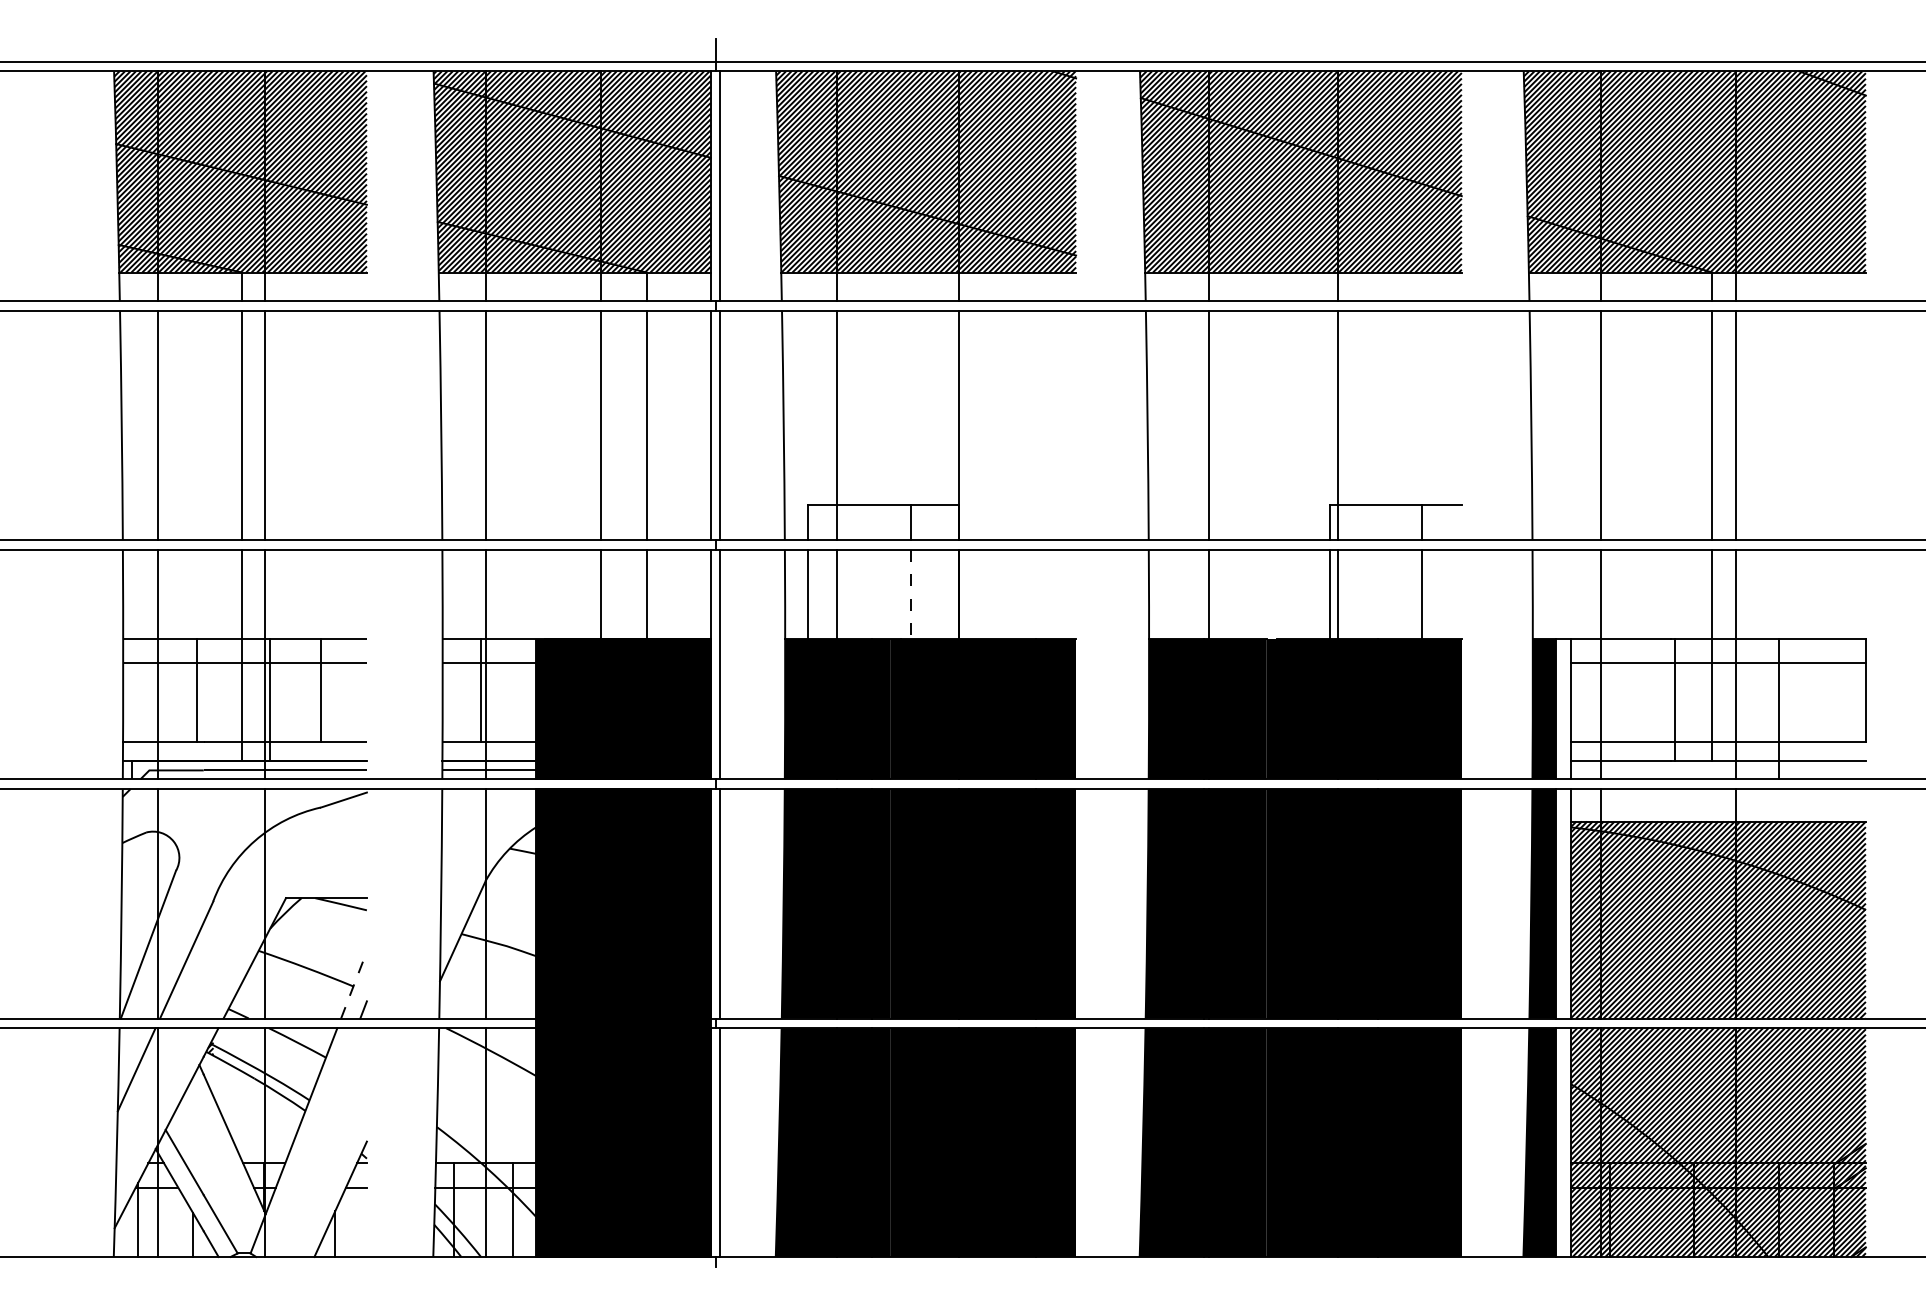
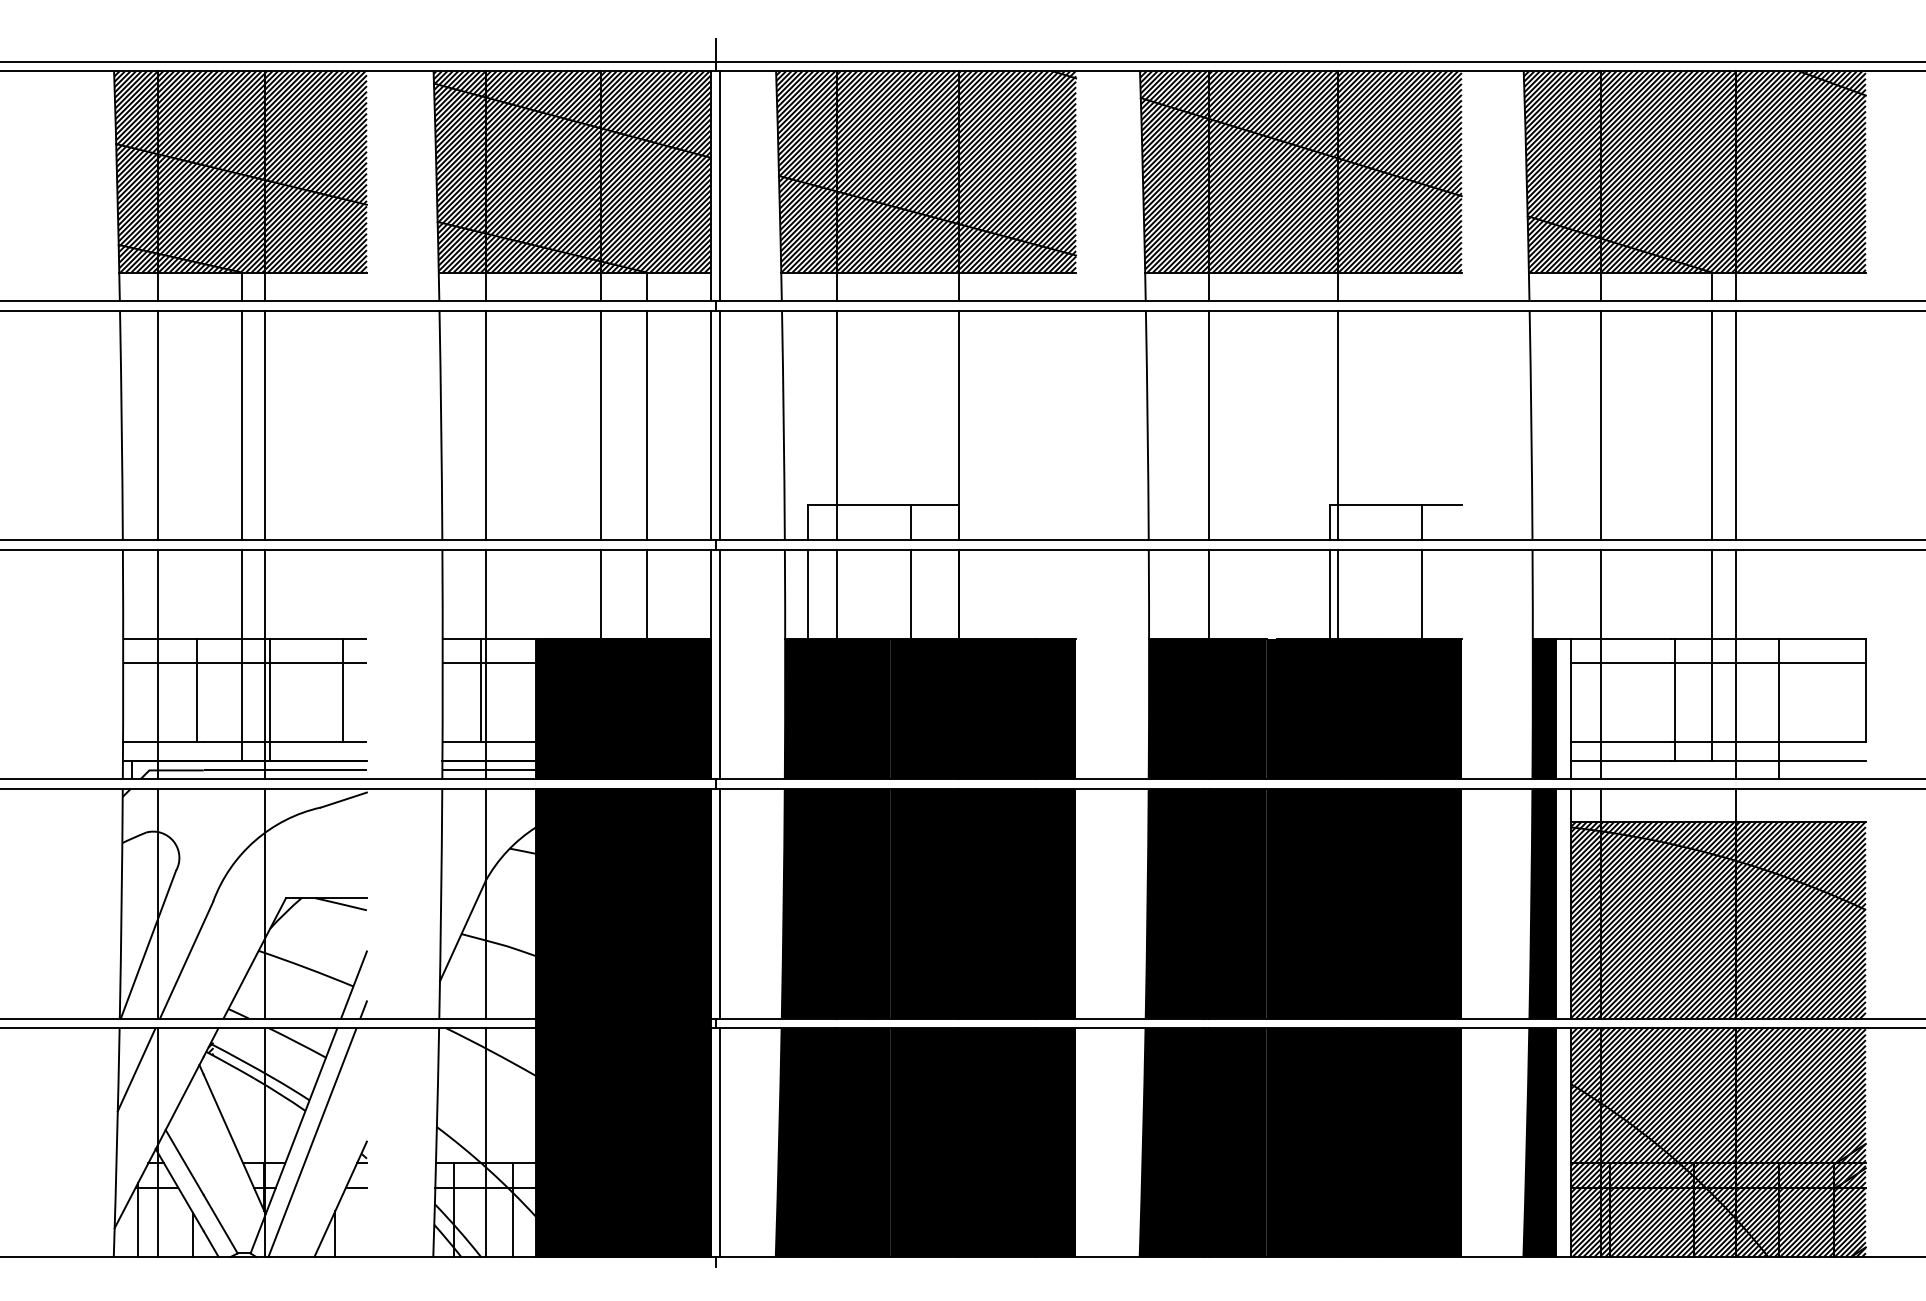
line at (911, 594): dashed -> solid
line at (320, 690) position: (320, 690) -> (342, 690)
line at (354, 984): dashed -> solid
line at (312, 1142): none -> present
